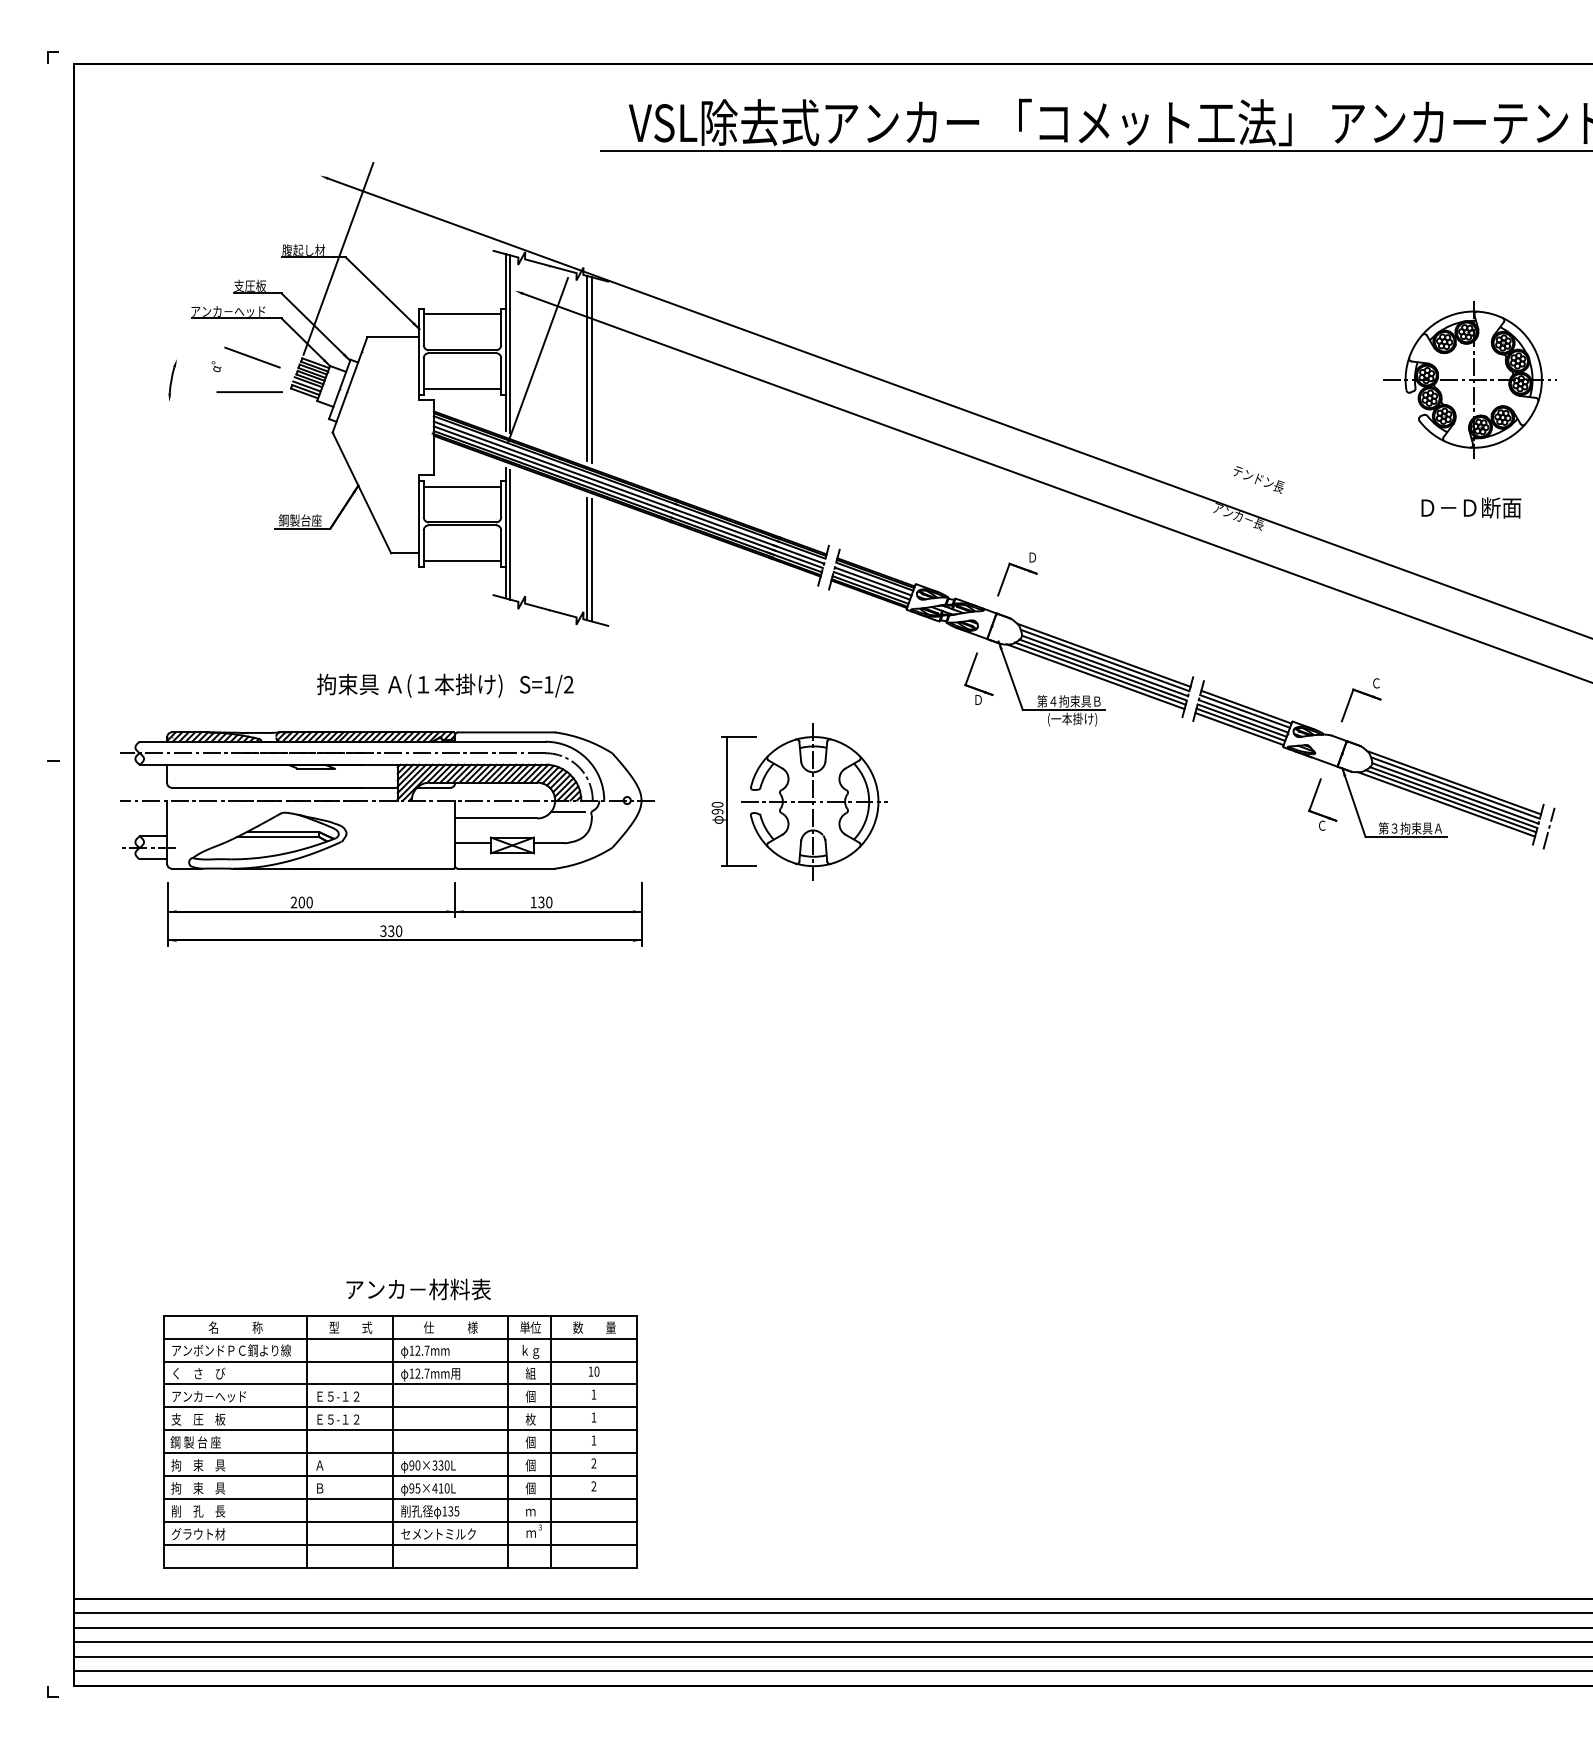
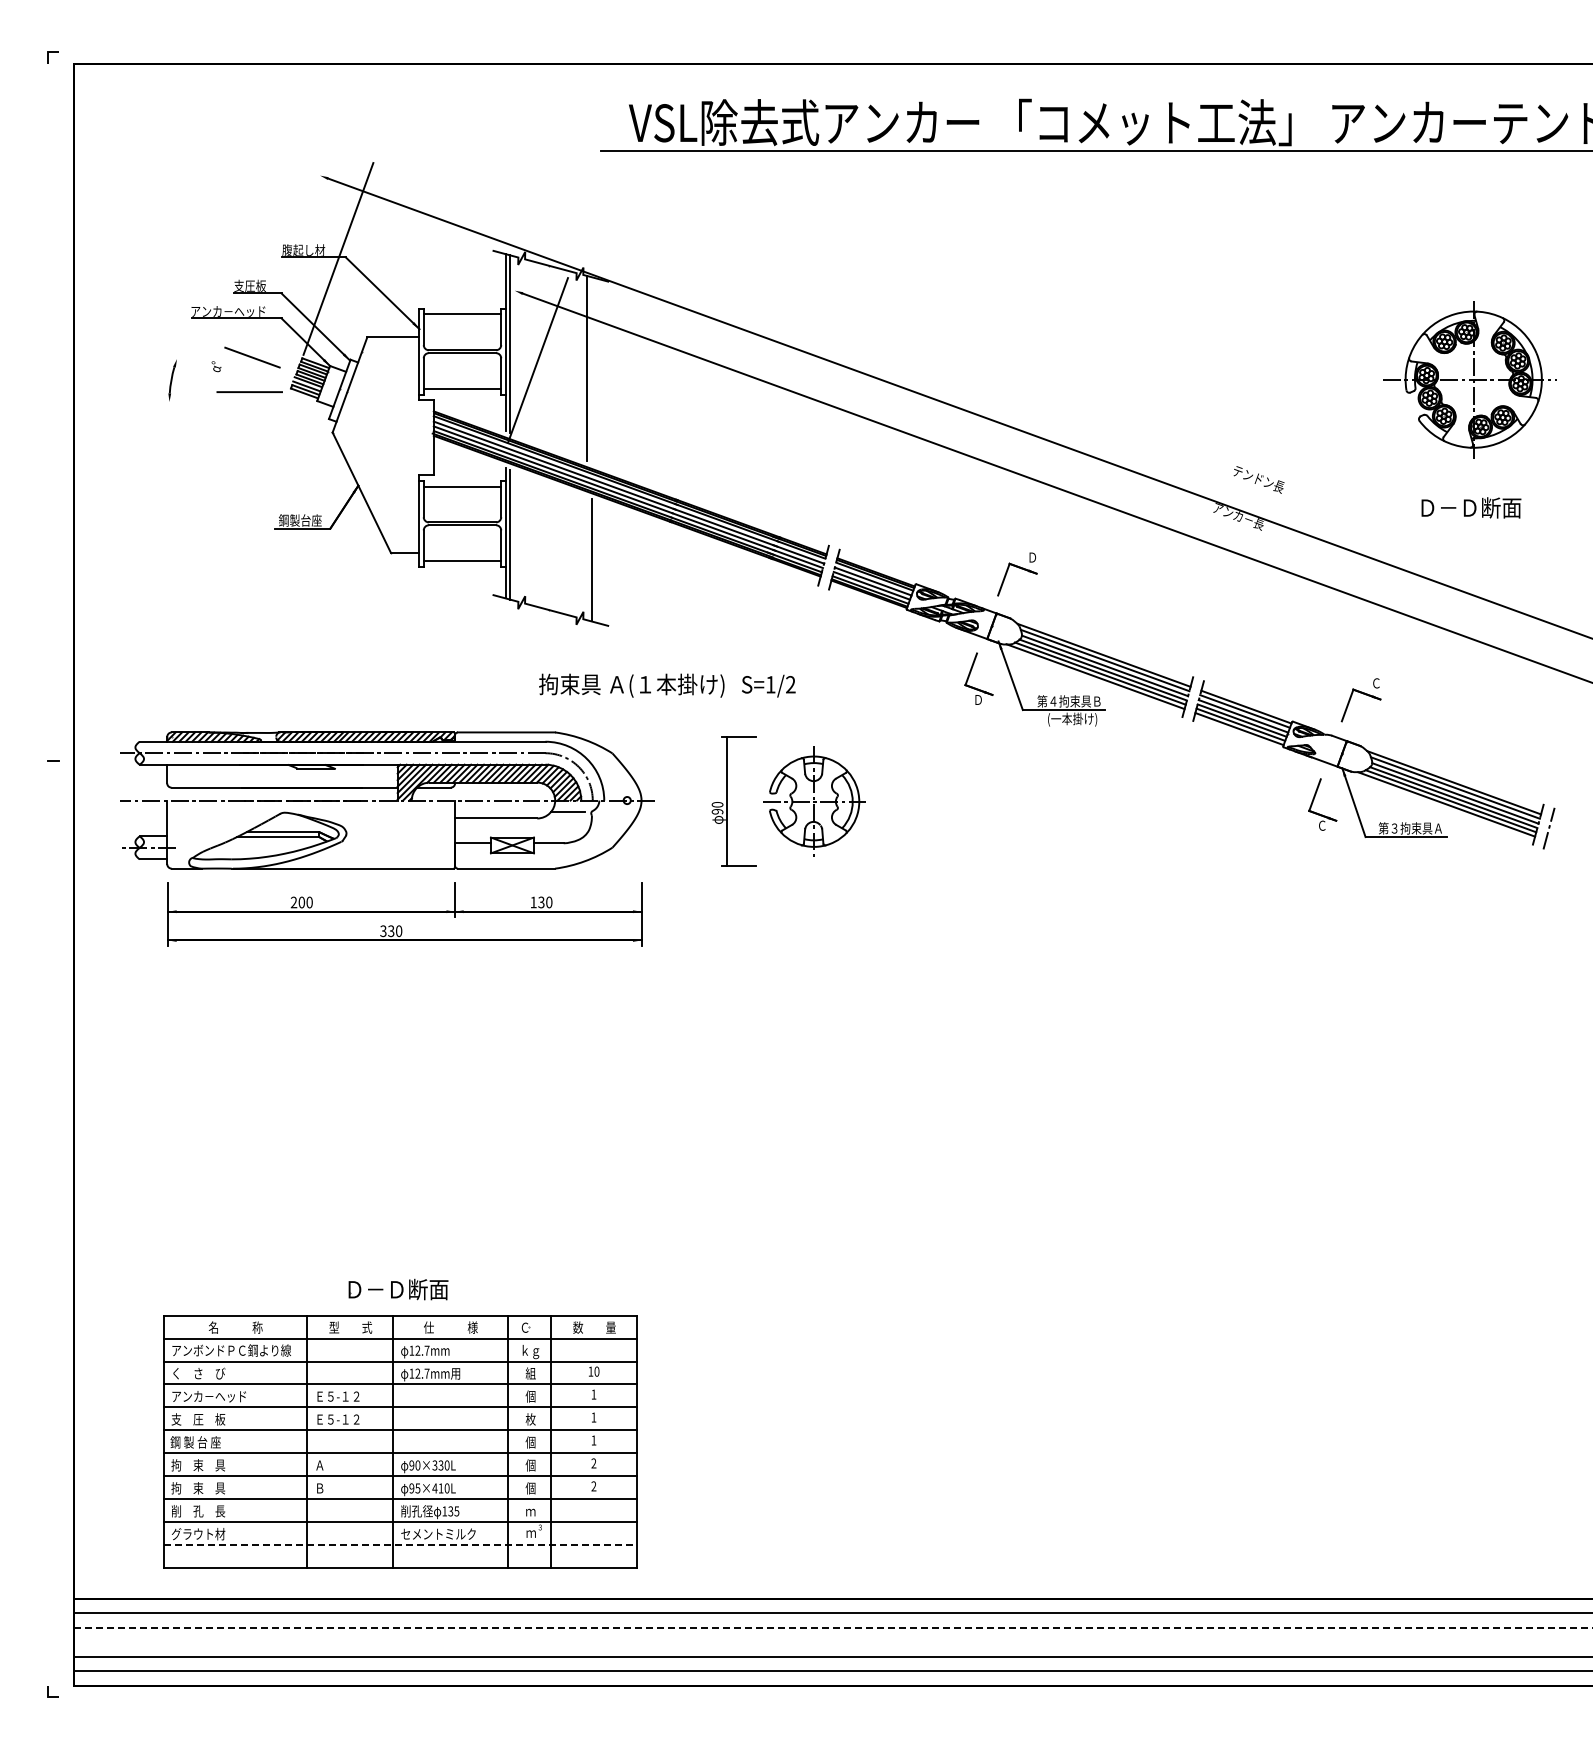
line at (591, 369): present -> none
line at (587, 558): present -> none
text at (445, 685) position: (445, 685) -> (667, 685)
part at (814, 801) size: 147x158 px -> 103x111 px
text at (418, 1289): アンカ－材料表 -> Ｄ－Ｄ断面
text at (530, 1327): 単位 -> Ｃ
line at (400, 1545): solid -> dashed
line at (833, 1627): solid -> dashed
line at (831, 1642): present -> none
